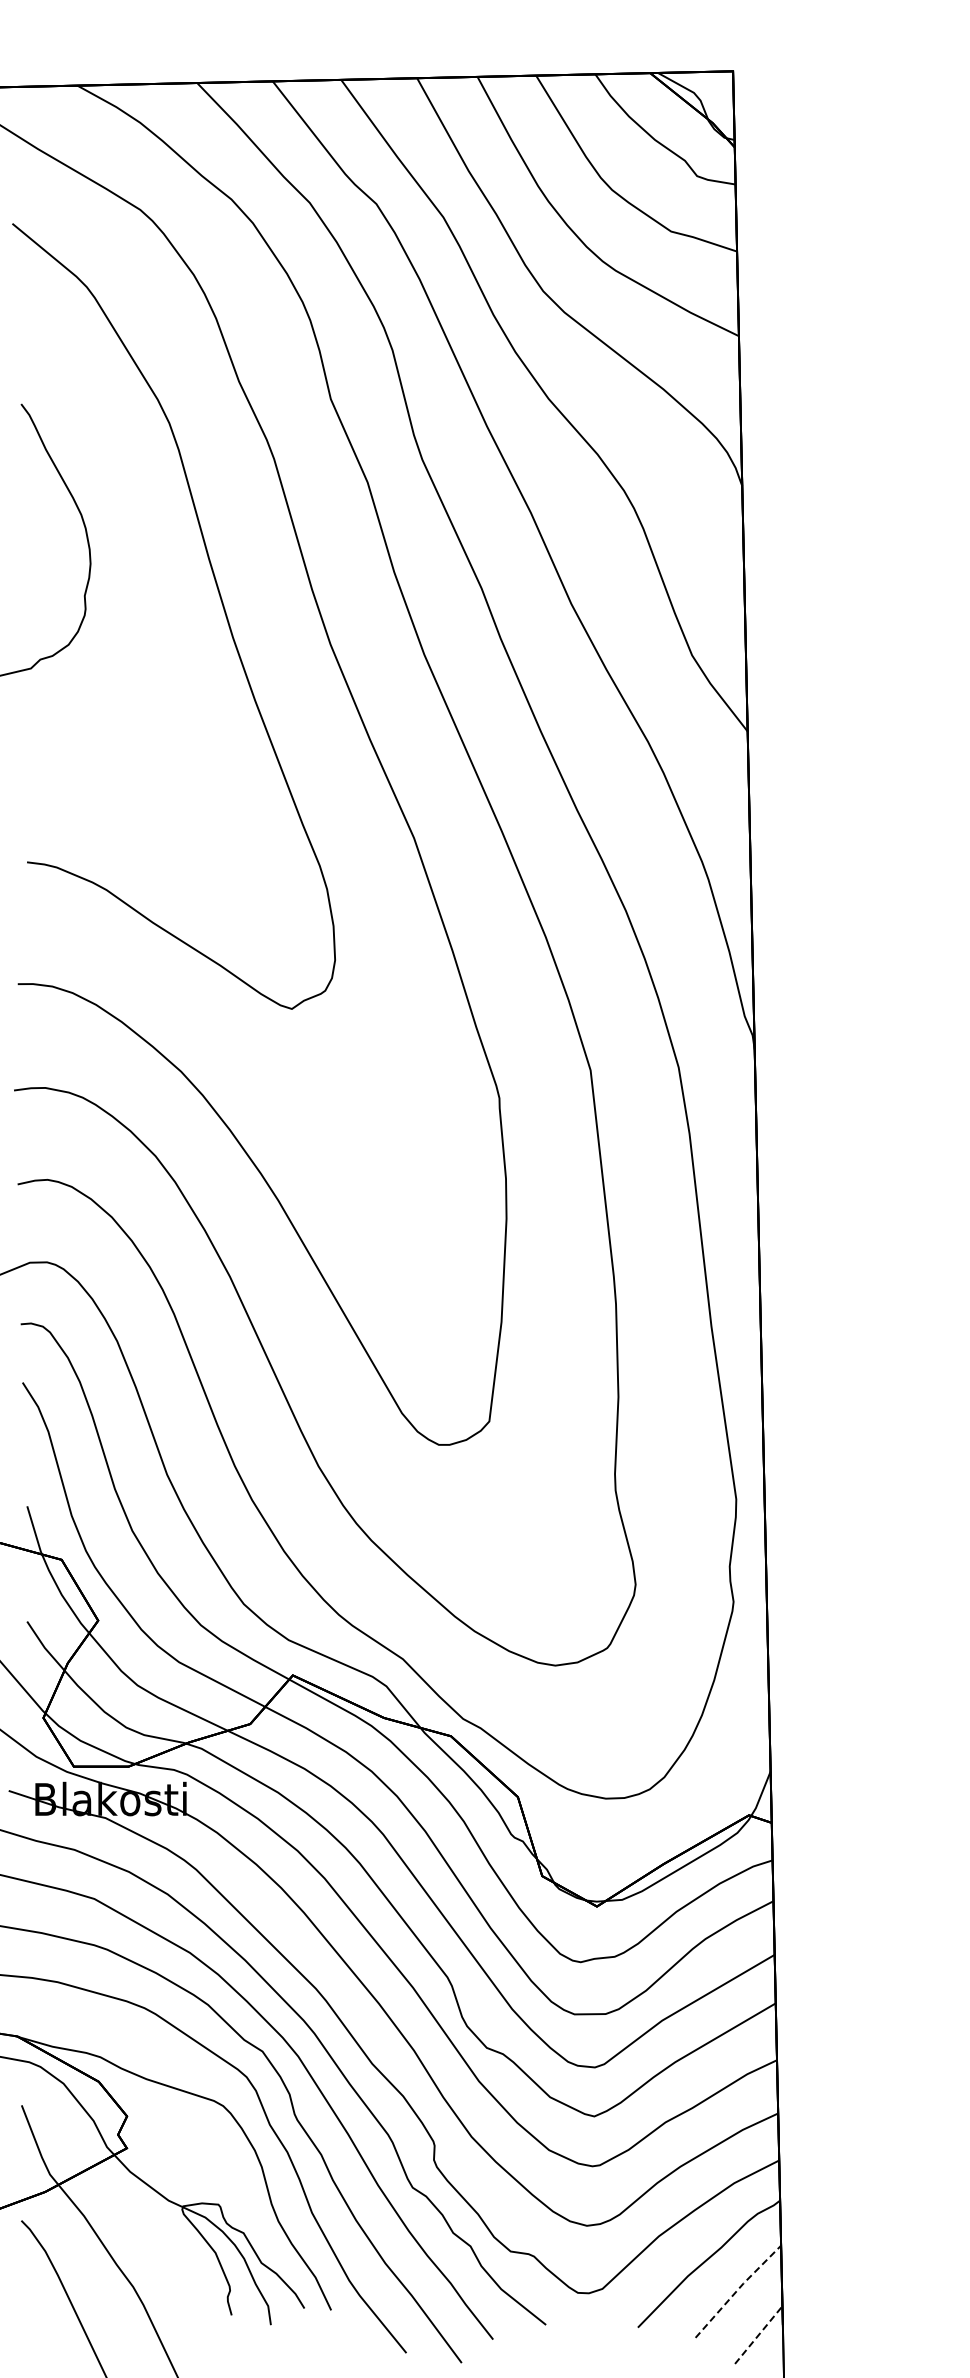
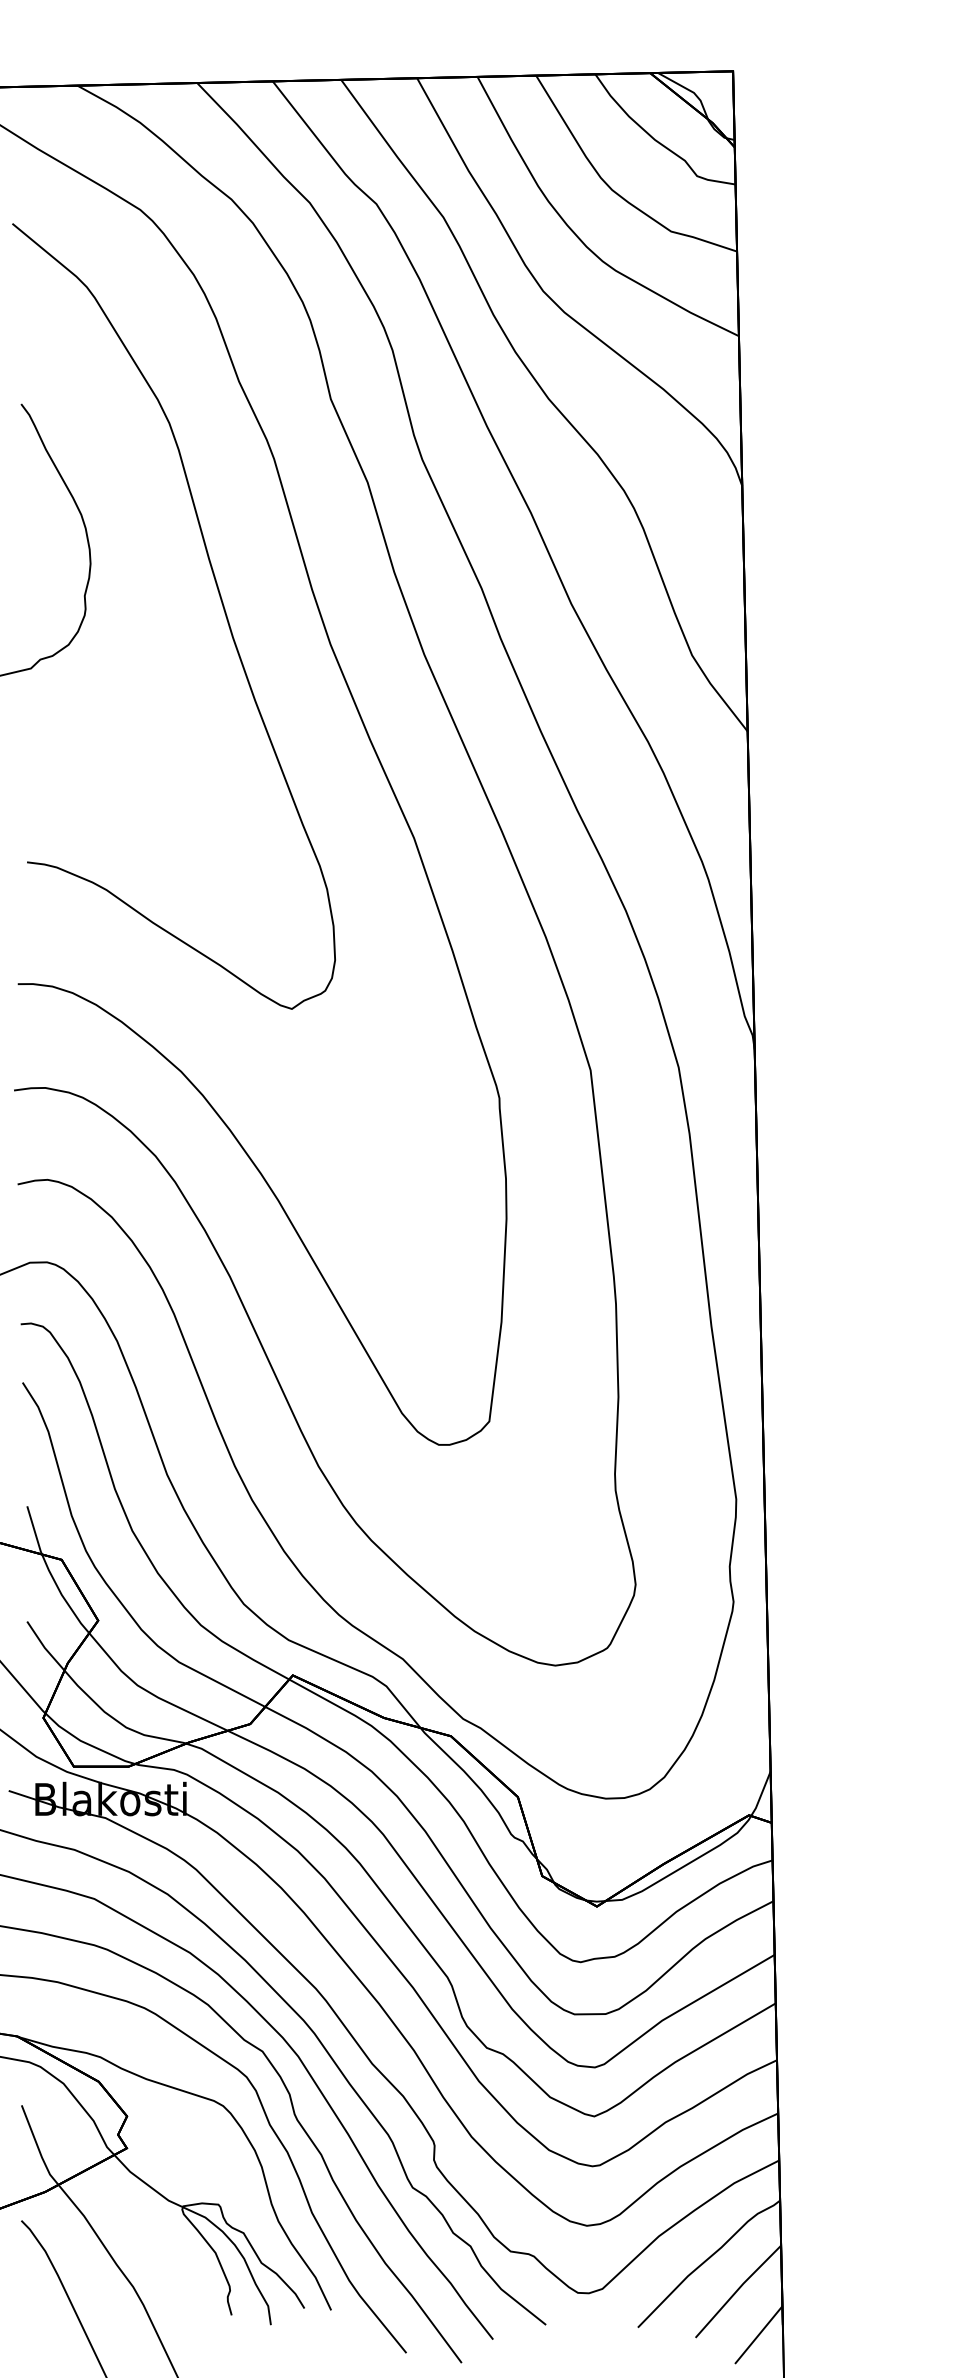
line at (738, 2289): dashed -> solid
line at (759, 2334): dashed -> solid
